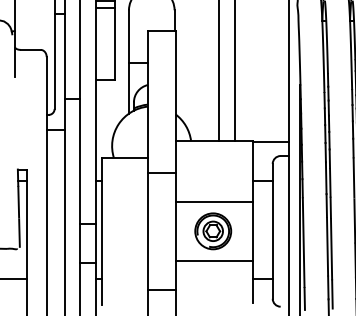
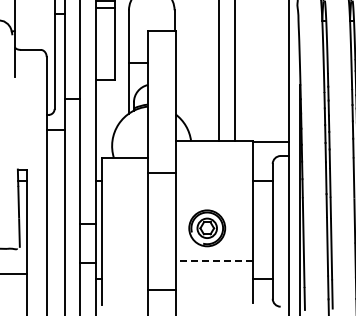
line at (213, 201): present -> none
part at (213, 231) position: (213, 231) -> (207, 228)
line at (214, 261): solid -> dashed
line at (14, 278) position: (14, 278) -> (14, 273)
